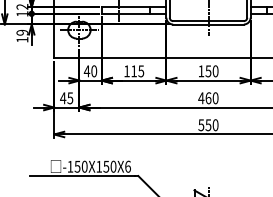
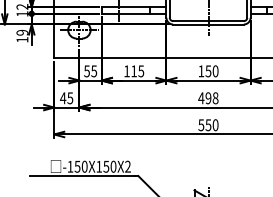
text at (90, 71): 40 -> 55
text at (211, 98): 460 -> 498
text at (127, 166): -150X150X6 -> -150X150X2
